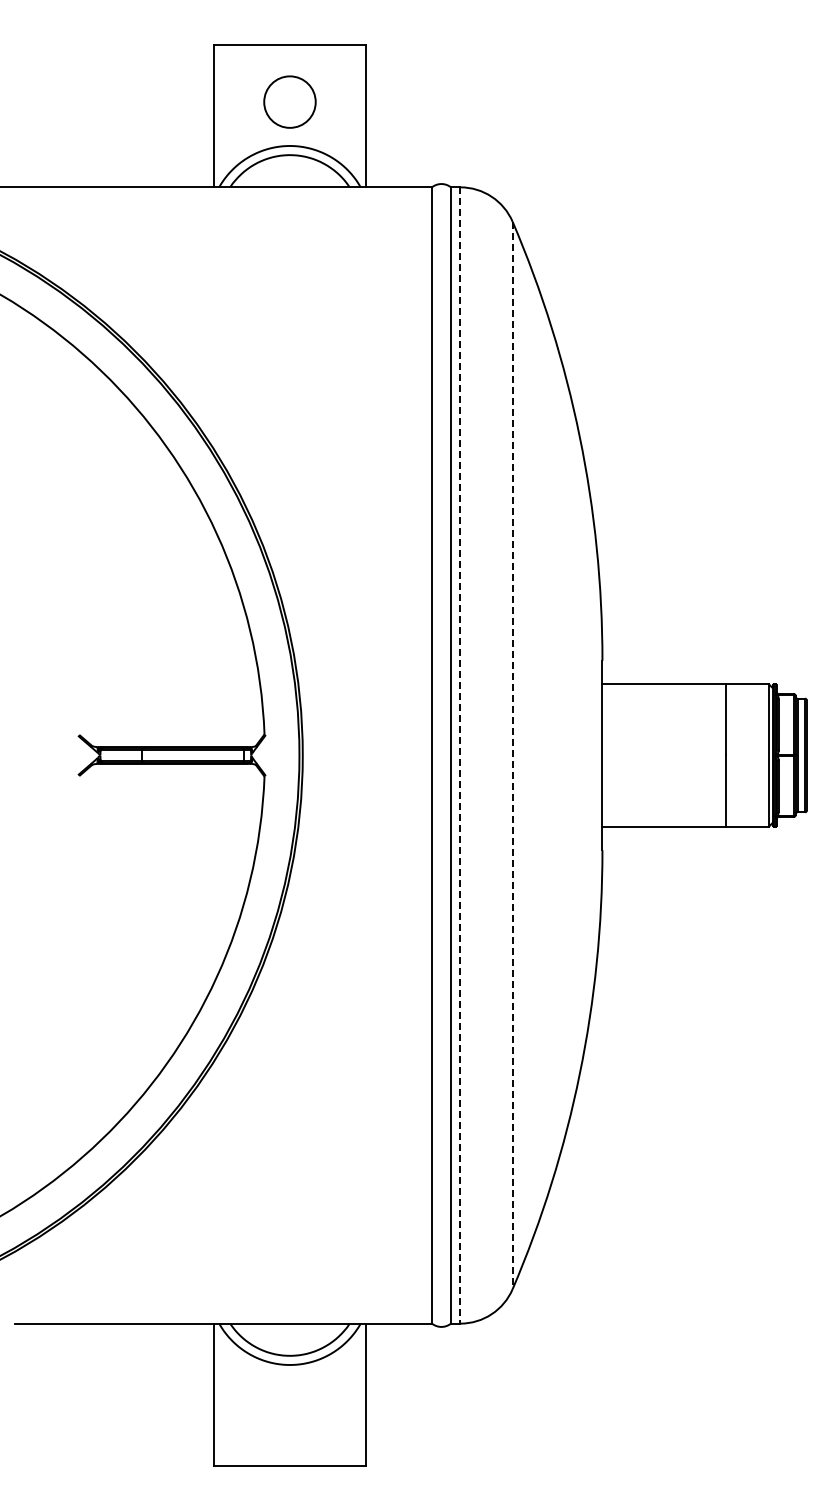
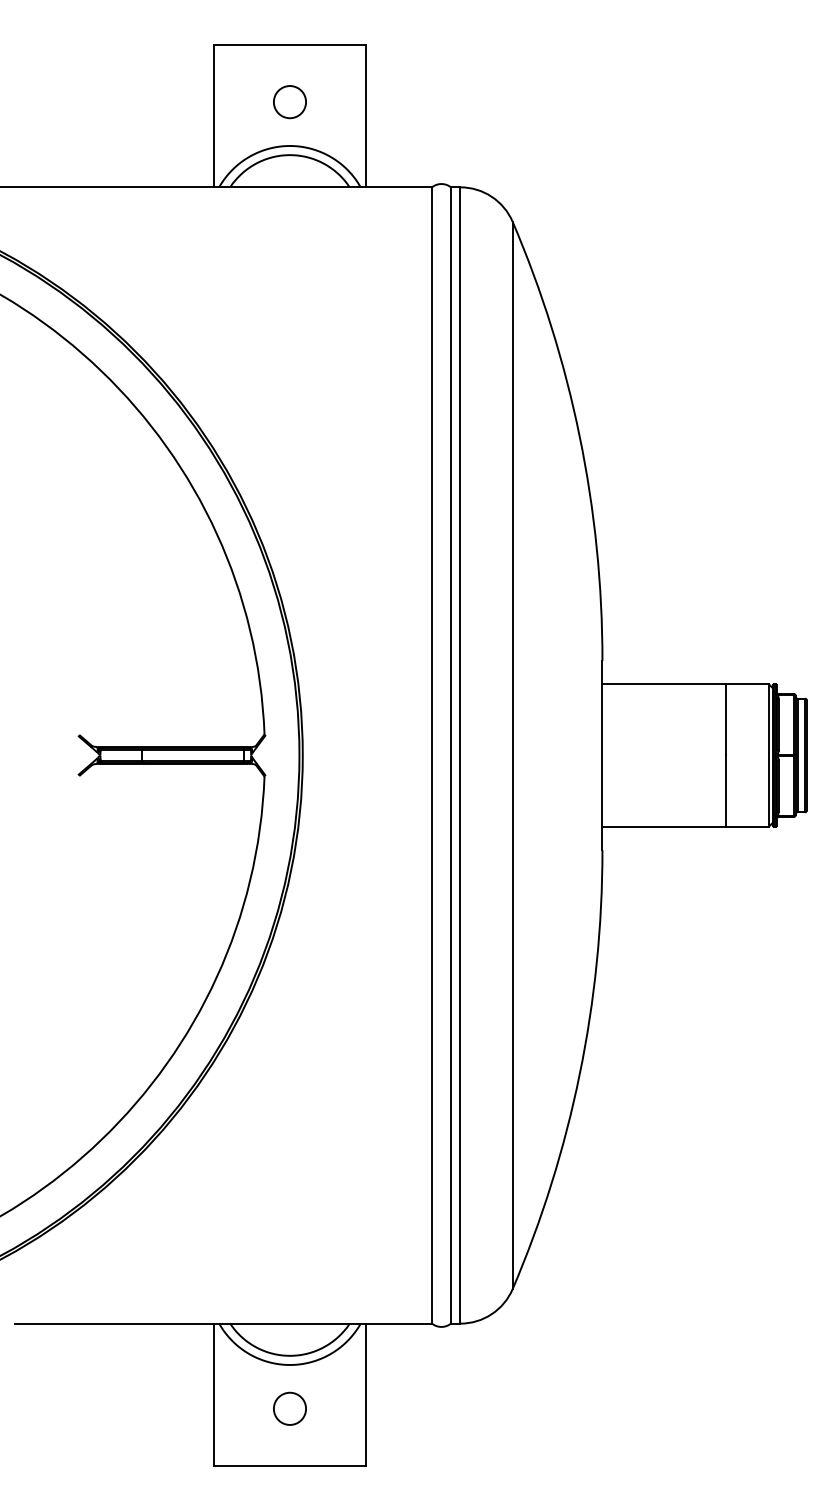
circle at (289, 101) diameter: 52 px -> 32 px
line at (512, 755): dashed -> solid
line at (460, 756): dashed -> solid
circle at (289, 1408): none -> present
